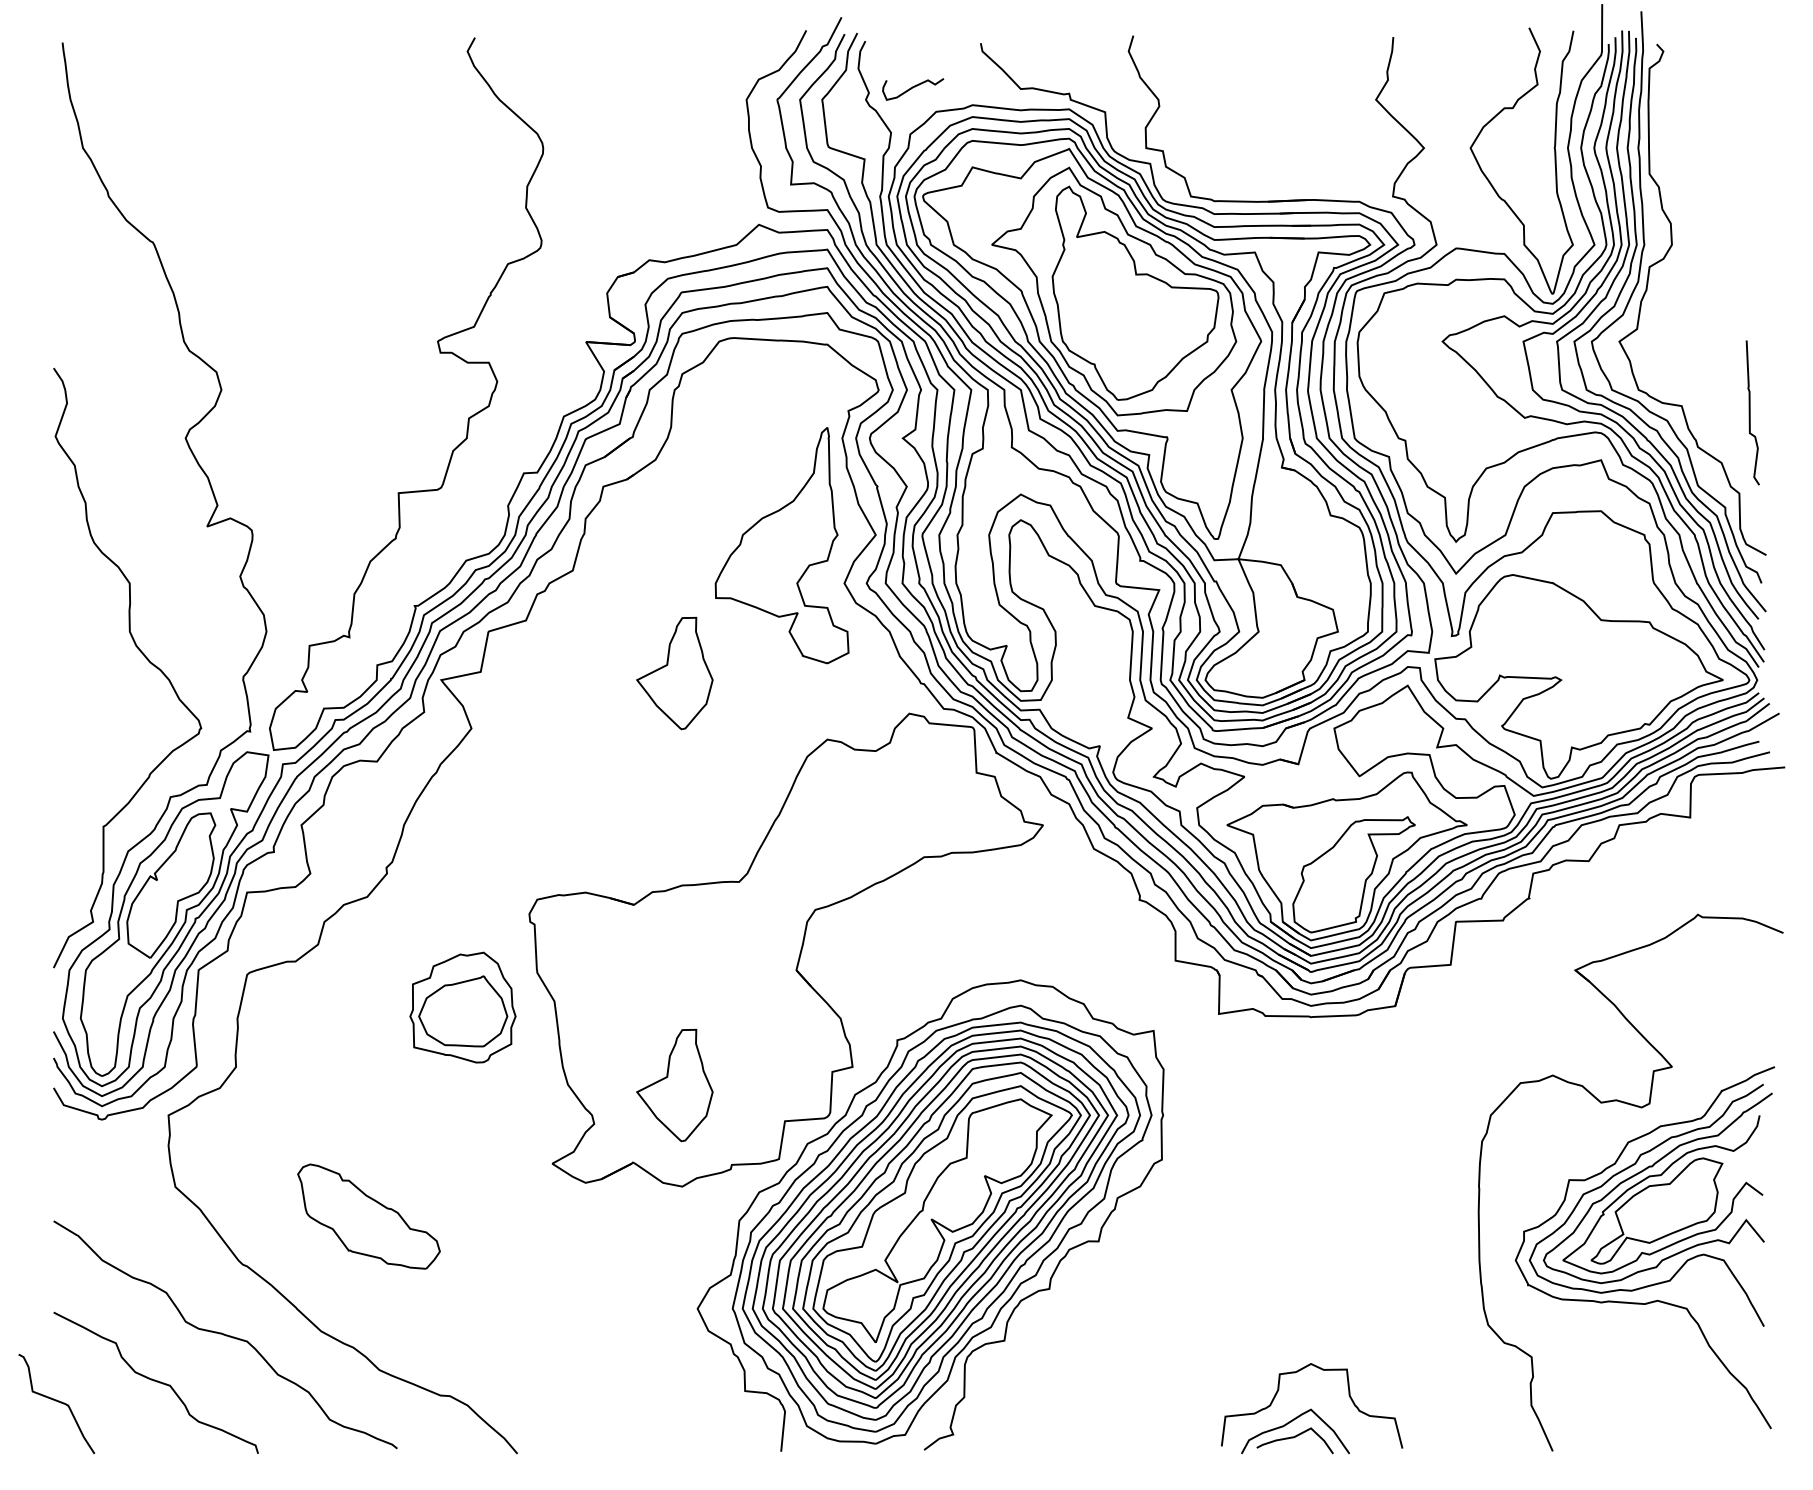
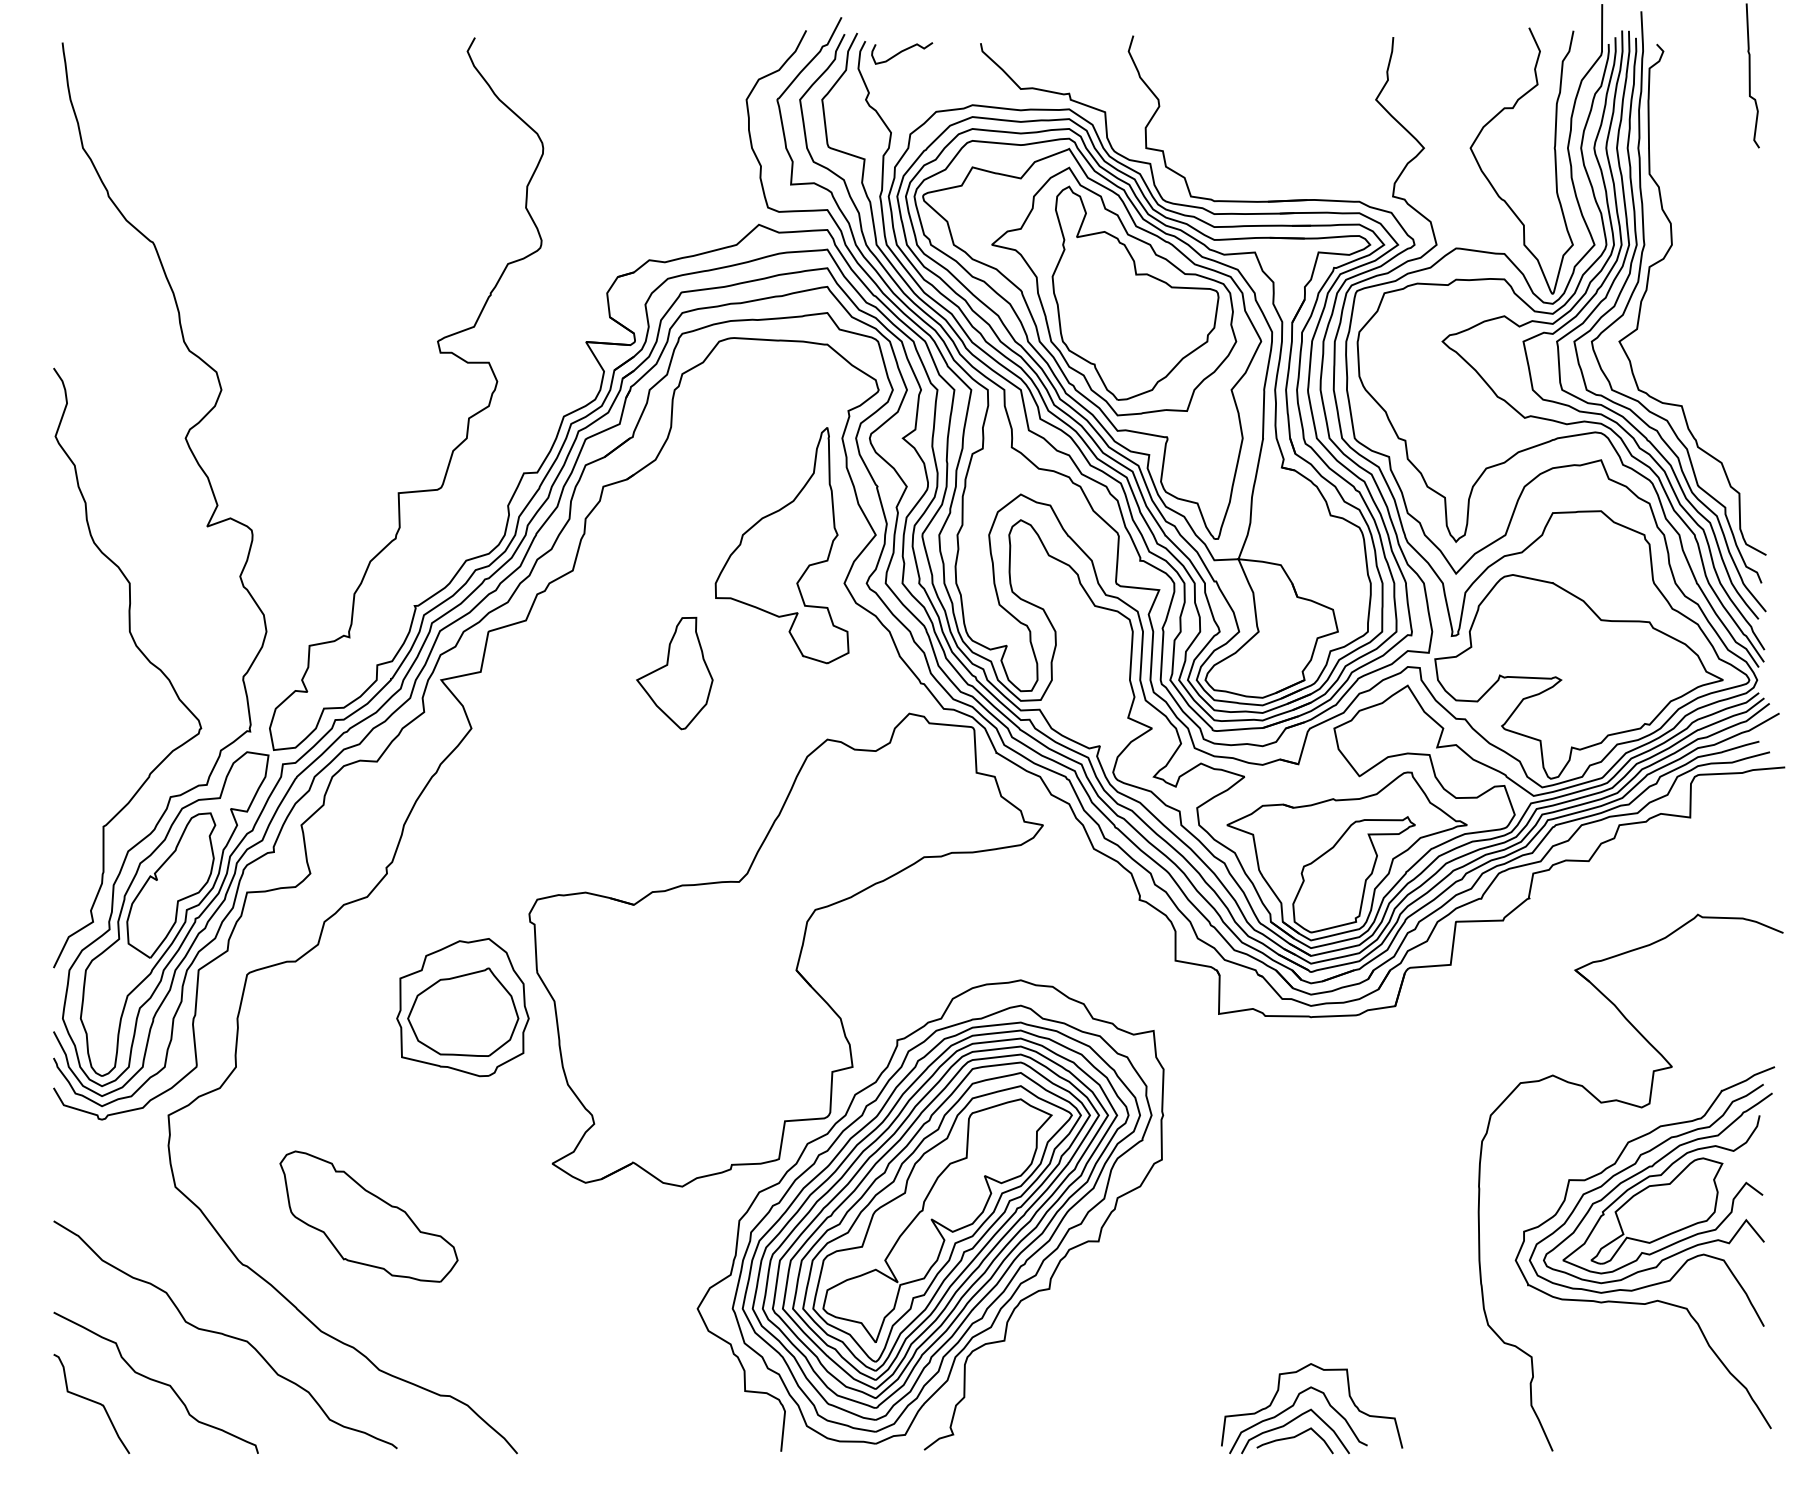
curve at (913, 88) position: (913, 88) -> (902, 52)
curve at (1750, 412) position: (1750, 412) -> (1750, 75)
part at (462, 1007) size: 108x113 px -> 134x140 px
part at (674, 1085): present -> none
part at (368, 1216) size: 144x107 px -> 180x133 px
curve at (56, 1401) position: (56, 1401) -> (91, 1401)
curve at (1290, 1408): none -> present
